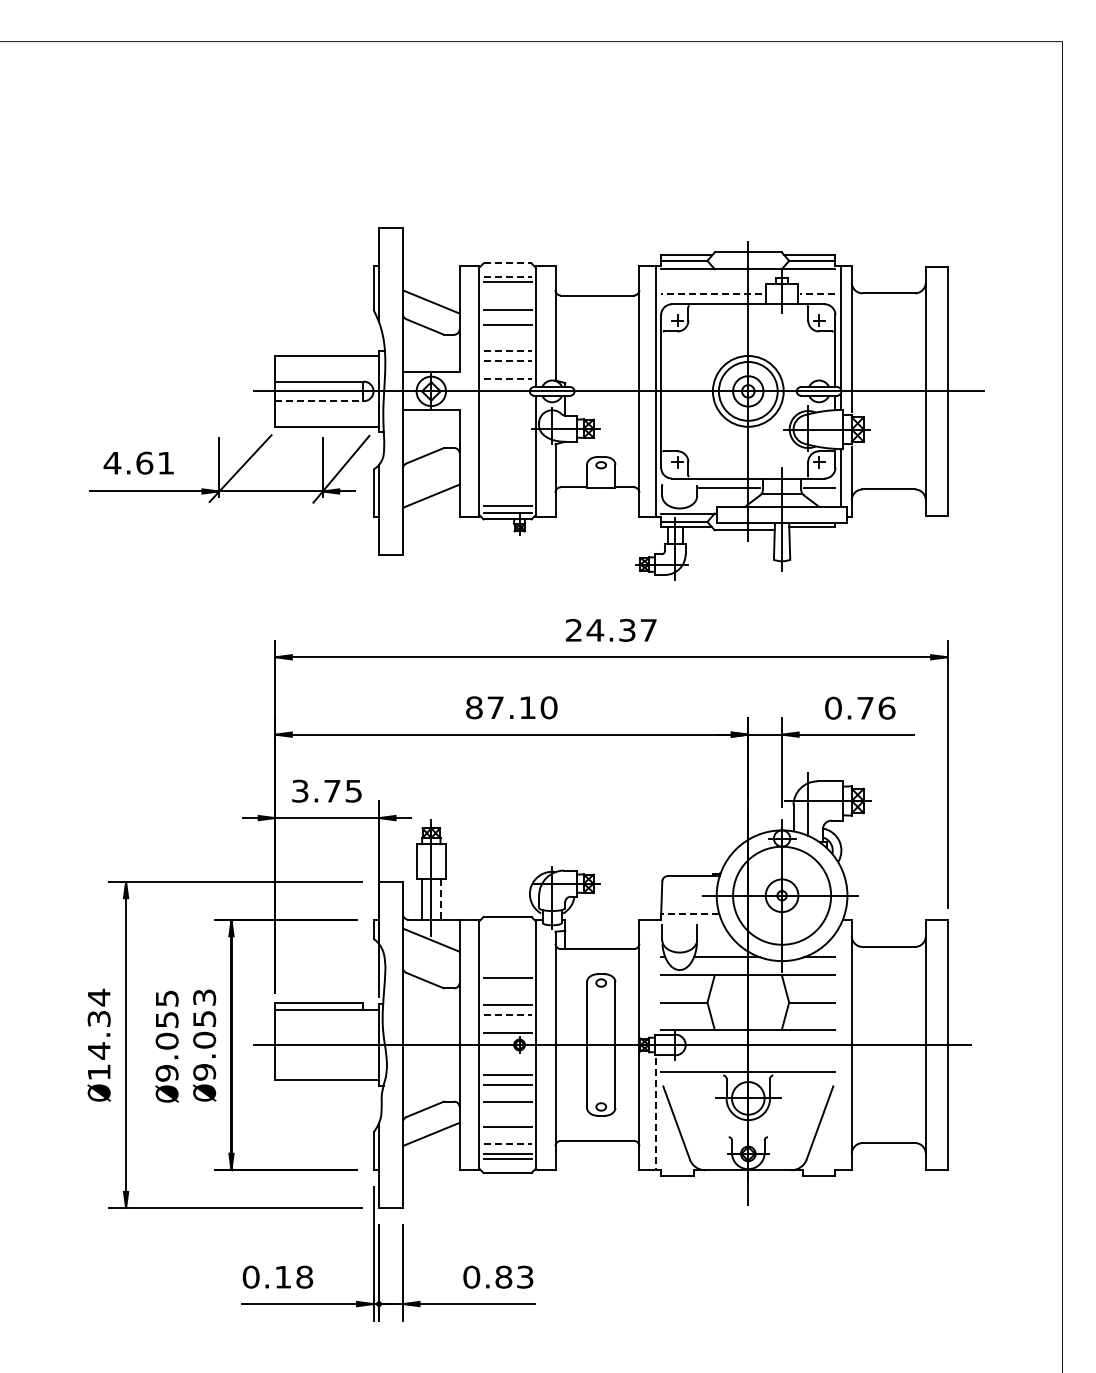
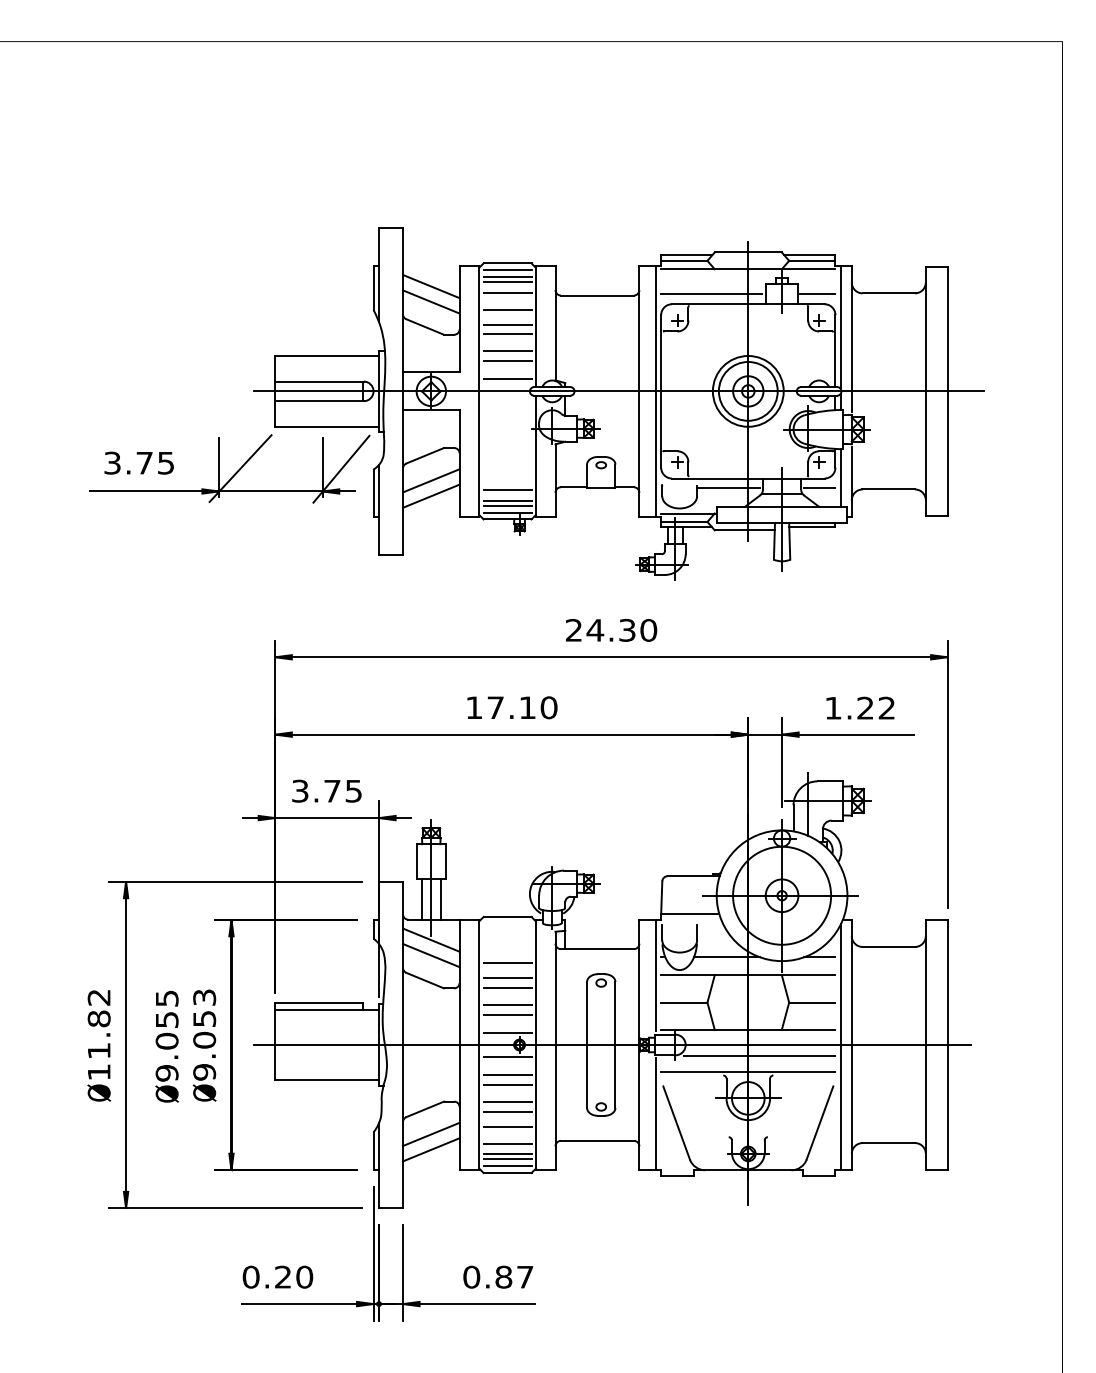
line at (507, 263): dashed -> solid
line at (507, 269): none -> present
line at (507, 276): dashed -> solid
line at (430, 286): none -> present
line at (507, 292): none -> present
line at (711, 294): dashed -> solid
line at (817, 294): dashed -> solid
line at (507, 334): none -> present
line at (507, 350): dashed -> solid
line at (507, 361): dashed -> solid
line at (507, 379): dashed -> solid
line at (320, 401): dashed -> solid
text at (138, 462): 4.61 -> 3.75
line at (430, 480): none -> present
line at (507, 489): none -> present
line at (507, 500): none -> present
text at (648, 630): 24.37 -> 24.30
text at (474, 707): 87.10 -> 17.10
text at (860, 707): 0.76 -> 1.22
line at (440, 899): dashed -> solid
line at (689, 914): dashed -> solid
line at (430, 955): none -> present
line at (507, 963): none -> present
line at (655, 975): none -> present
line at (507, 987): none -> present
line at (507, 1014): dashed -> solid
text at (98, 1023): 14.34 -> 11.82
line at (840, 1047): none -> present
line at (759, 1055): none -> present
line at (507, 1056): none -> present
line at (507, 1111): none -> present
line at (655, 1114): dashed -> solid
line at (507, 1143): dashed -> solid
line at (430, 1149): none -> present
line at (507, 1166): none -> present
text at (294, 1276): 0.18 -> 0.20
text at (525, 1276): 0.83 -> 0.87
